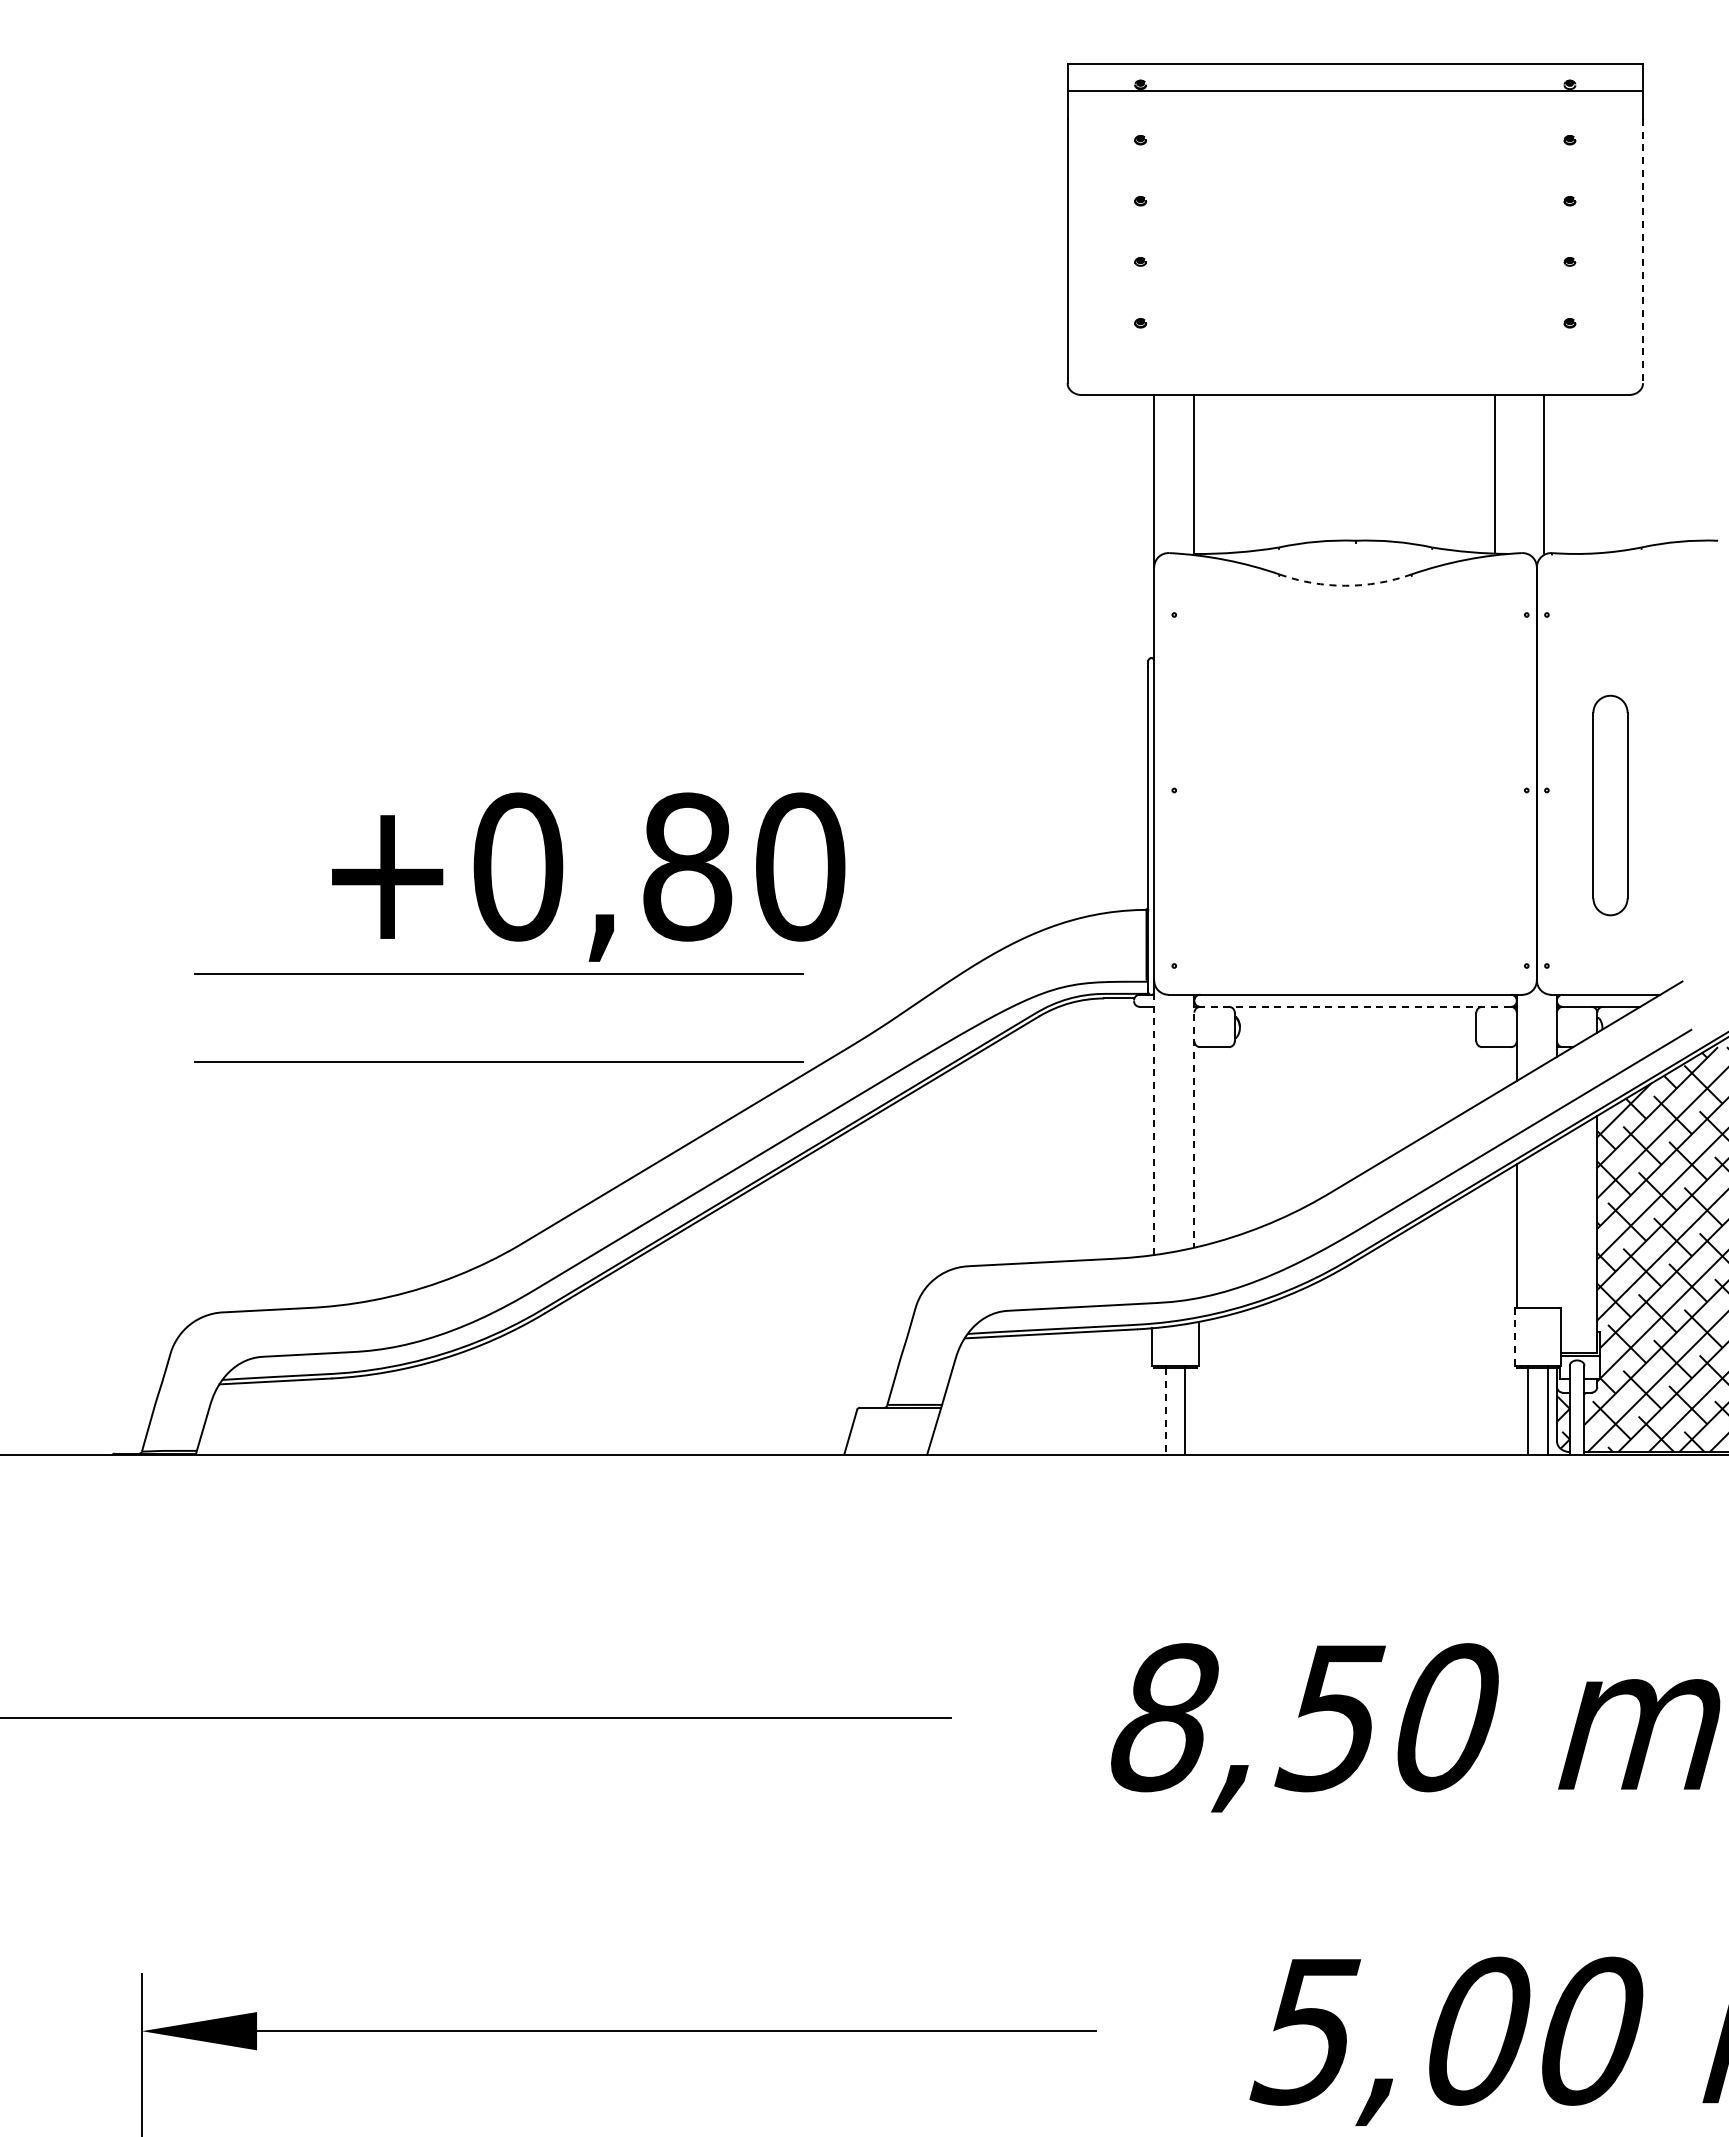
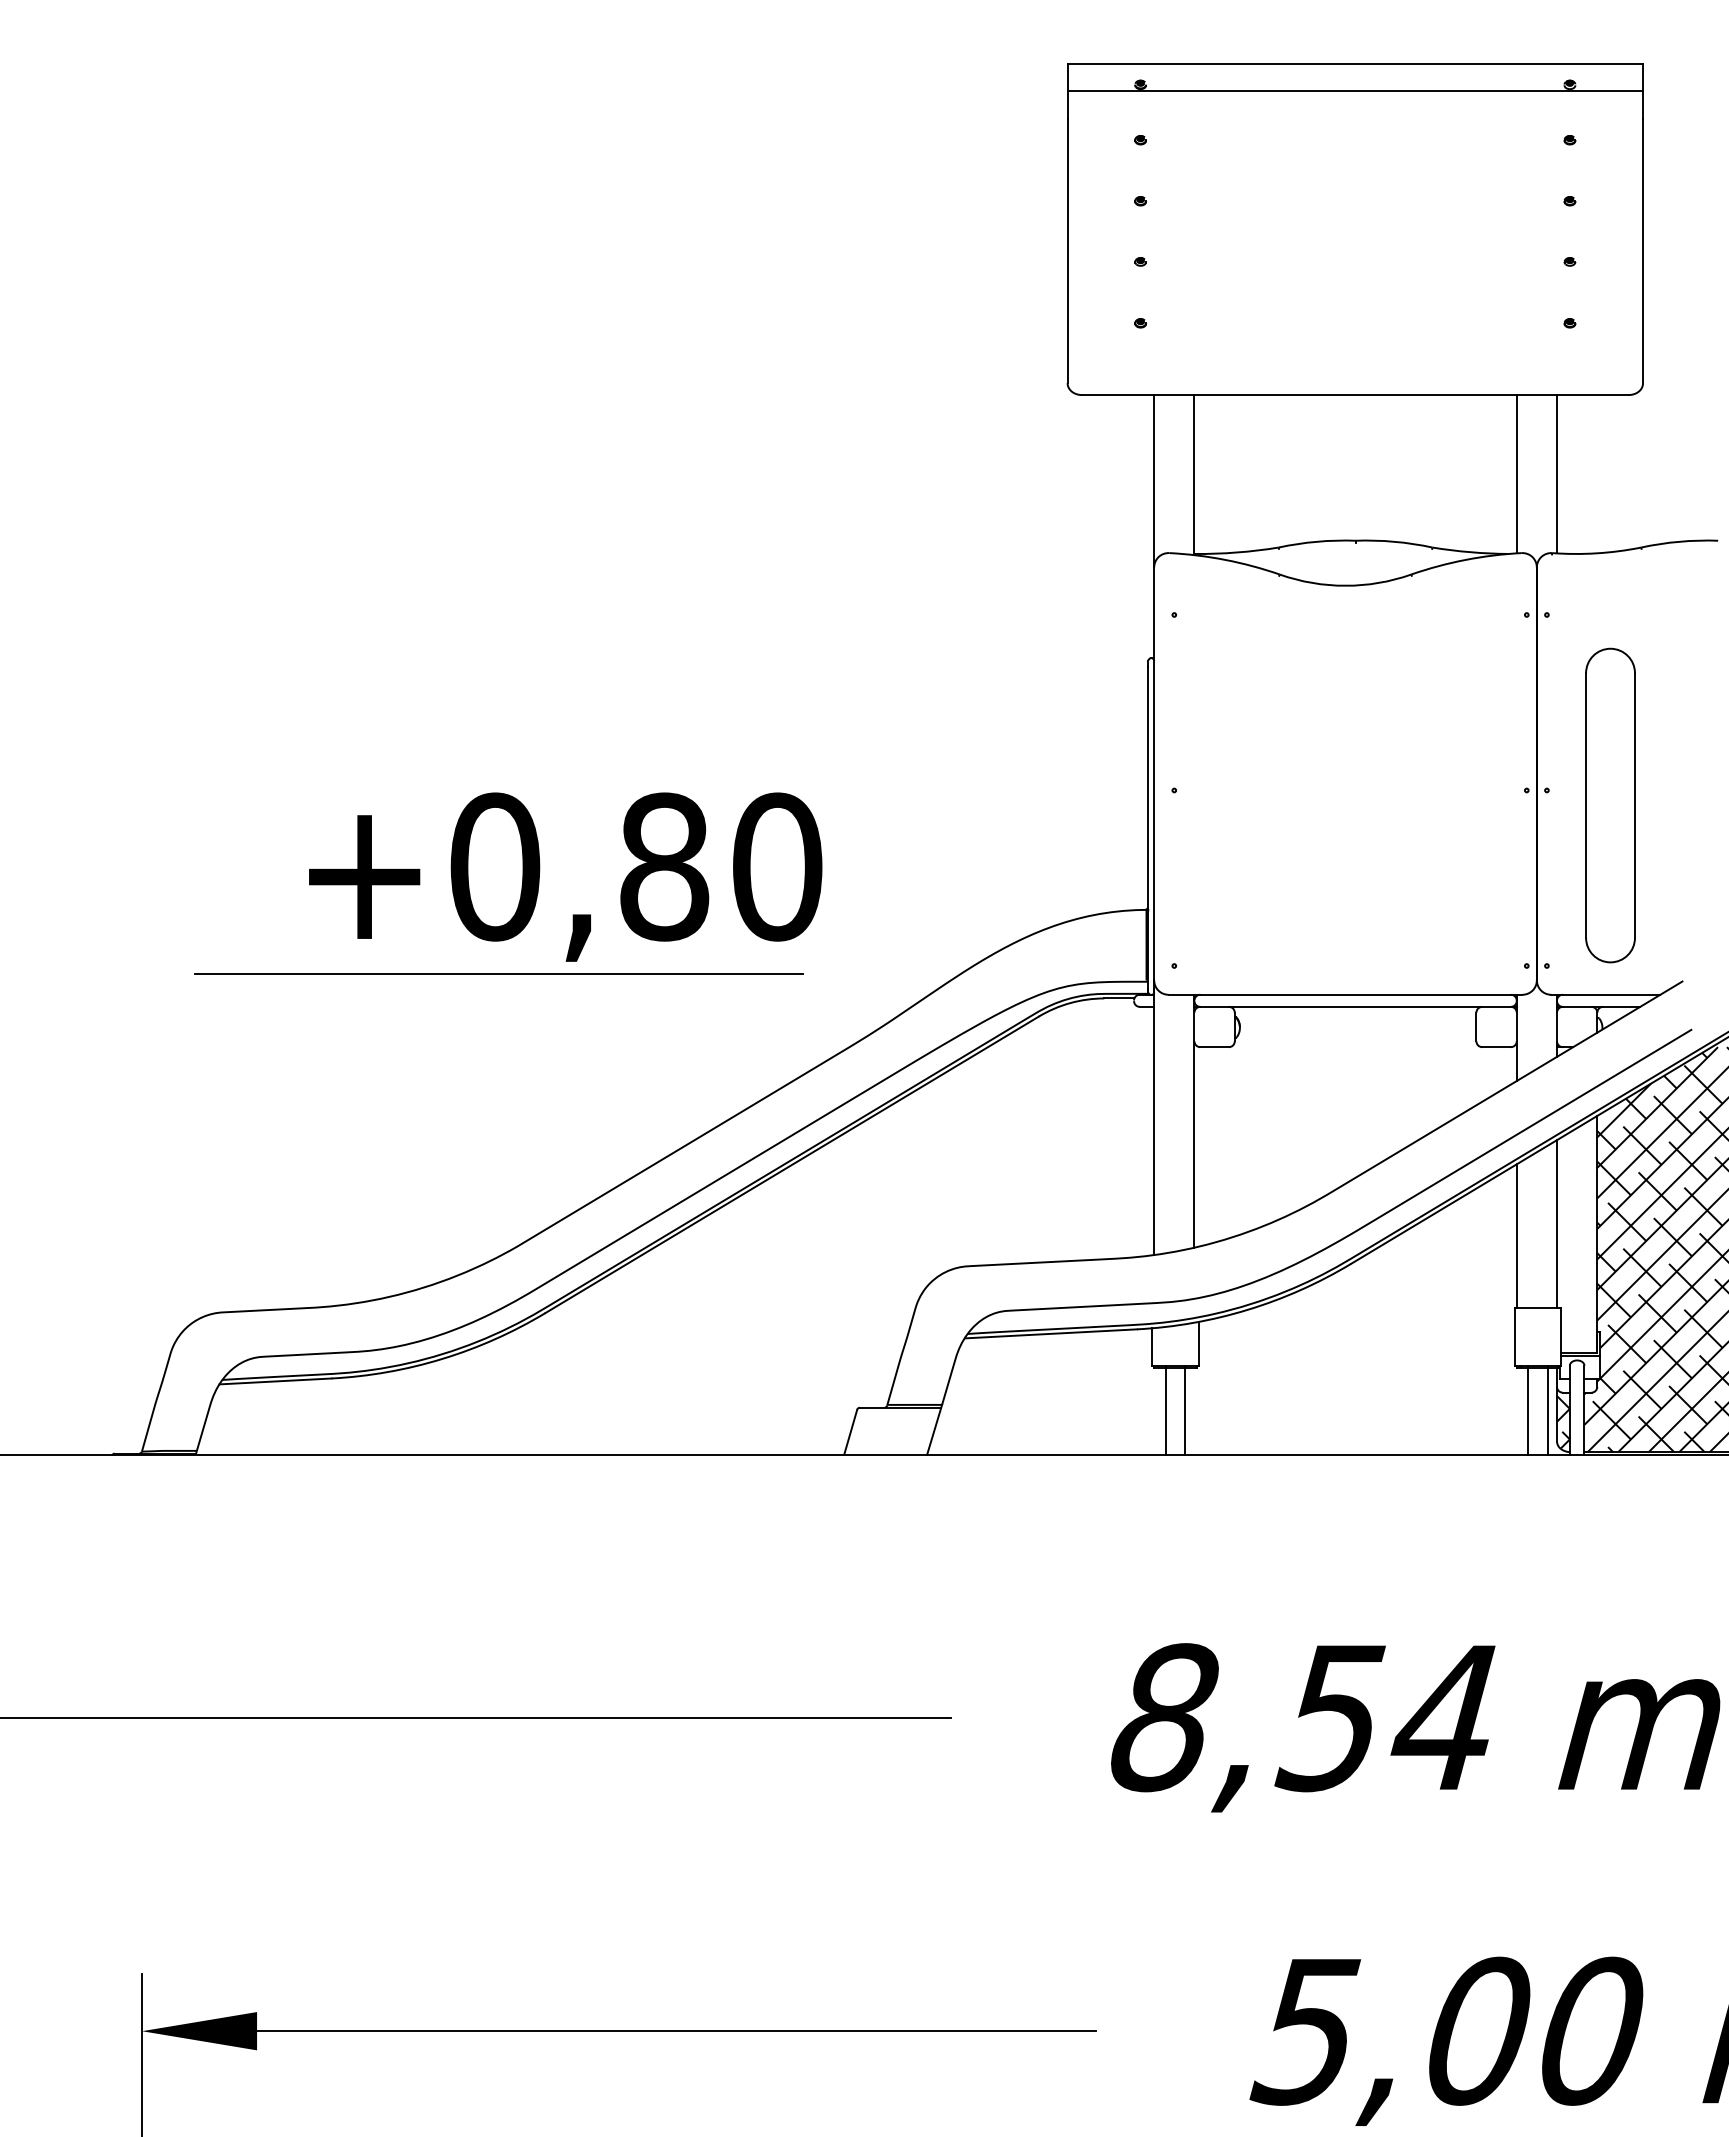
line at (1643, 251): dashed -> solid
line at (1494, 474) position: (1494, 474) -> (1516, 474)
line at (1544, 474) position: (1544, 474) -> (1557, 474)
arc at (1345, 585): dashed -> solid
part at (1610, 805) size: 37x223 px -> 51x317 px
text at (588, 876) position: (588, 876) -> (565, 876)
line at (1355, 1006): dashed -> solid
line at (498, 1061): present -> none
line at (1154, 1122): dashed -> solid
line at (1194, 1124): dashed -> solid
line at (1557, 1224): none -> present
line at (1515, 1336): dashed -> solid
line at (1165, 1412): dashed -> solid
text at (1444, 1717): 8,50 -> 8,54
